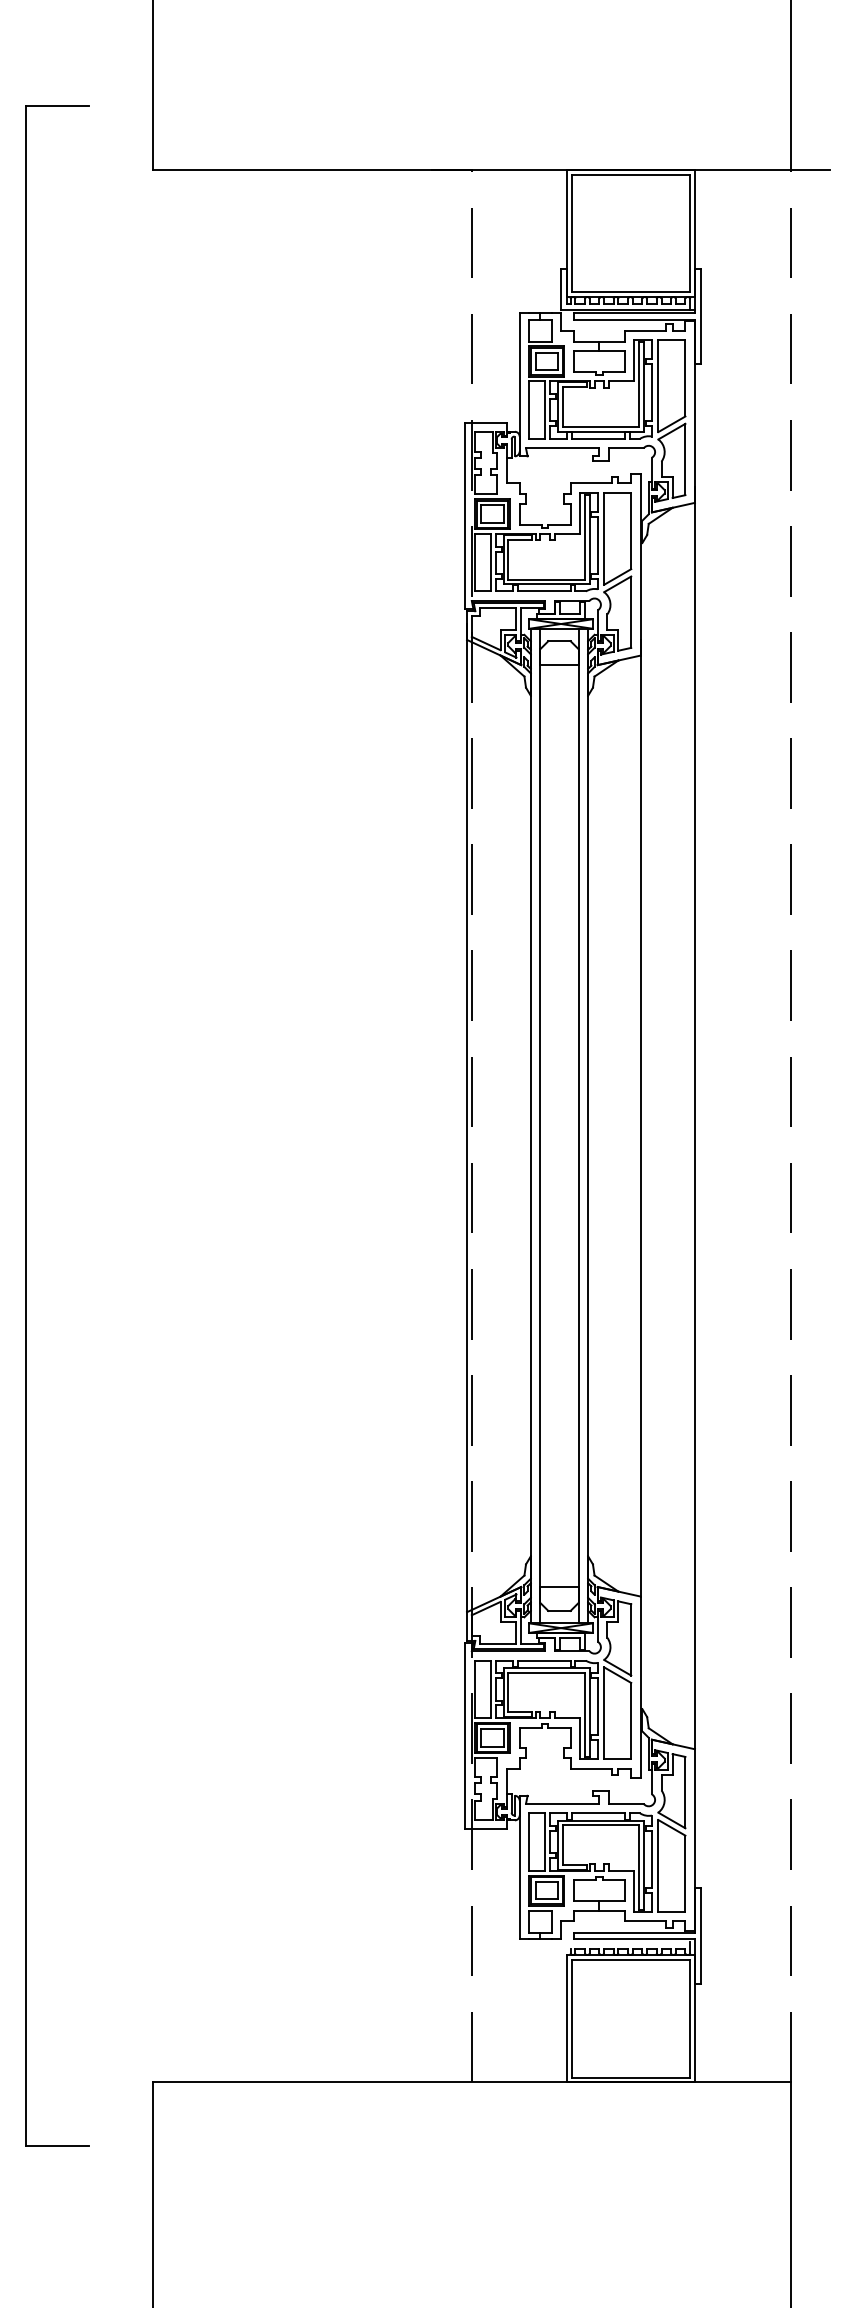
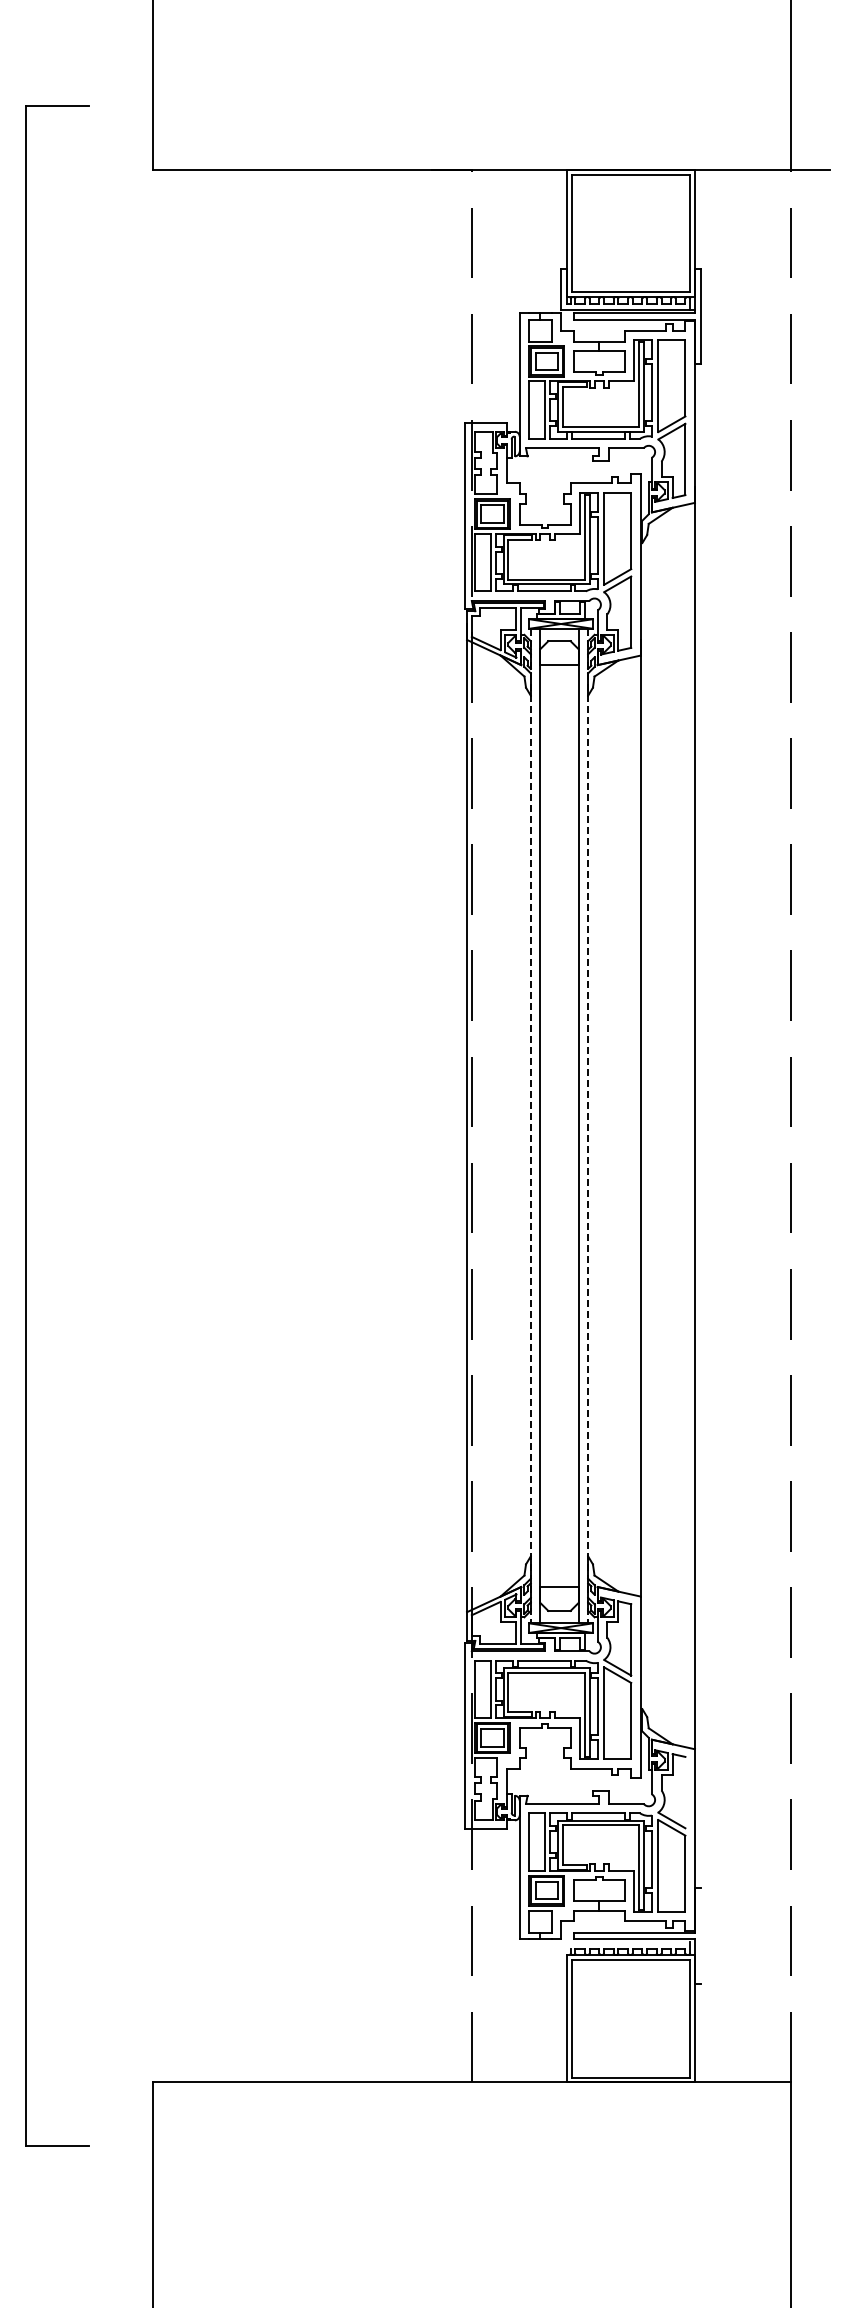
line at (530, 1126): solid -> dashed
line at (588, 1126): solid -> dashed
line at (685, 1792): present -> none
line at (701, 1935): present -> none
